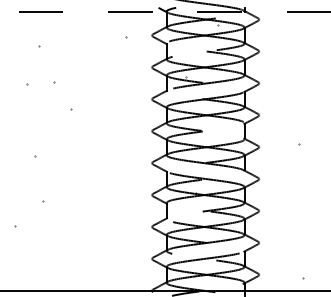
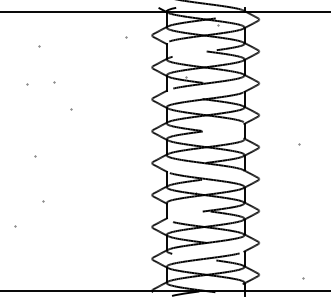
line at (165, 12): dashed -> solid
